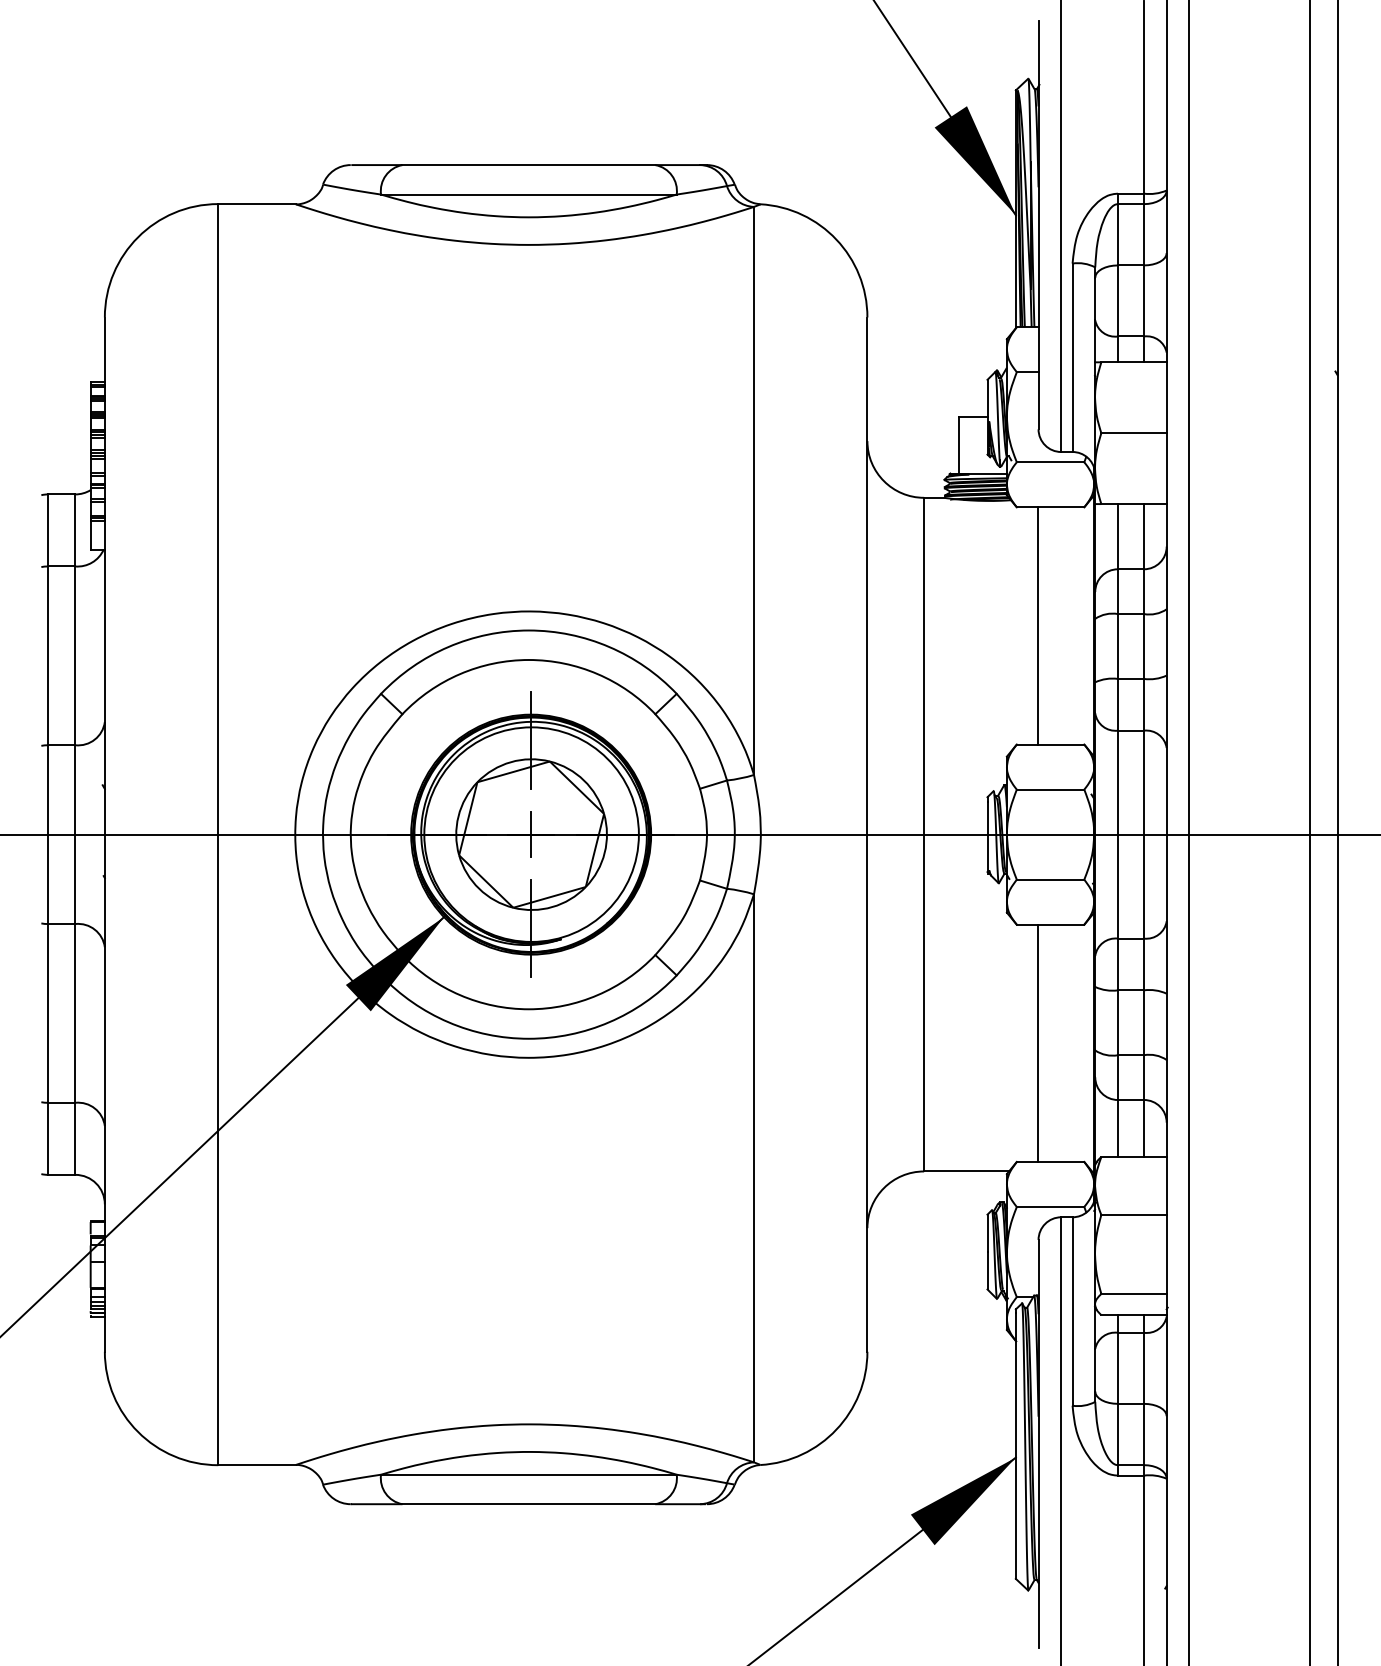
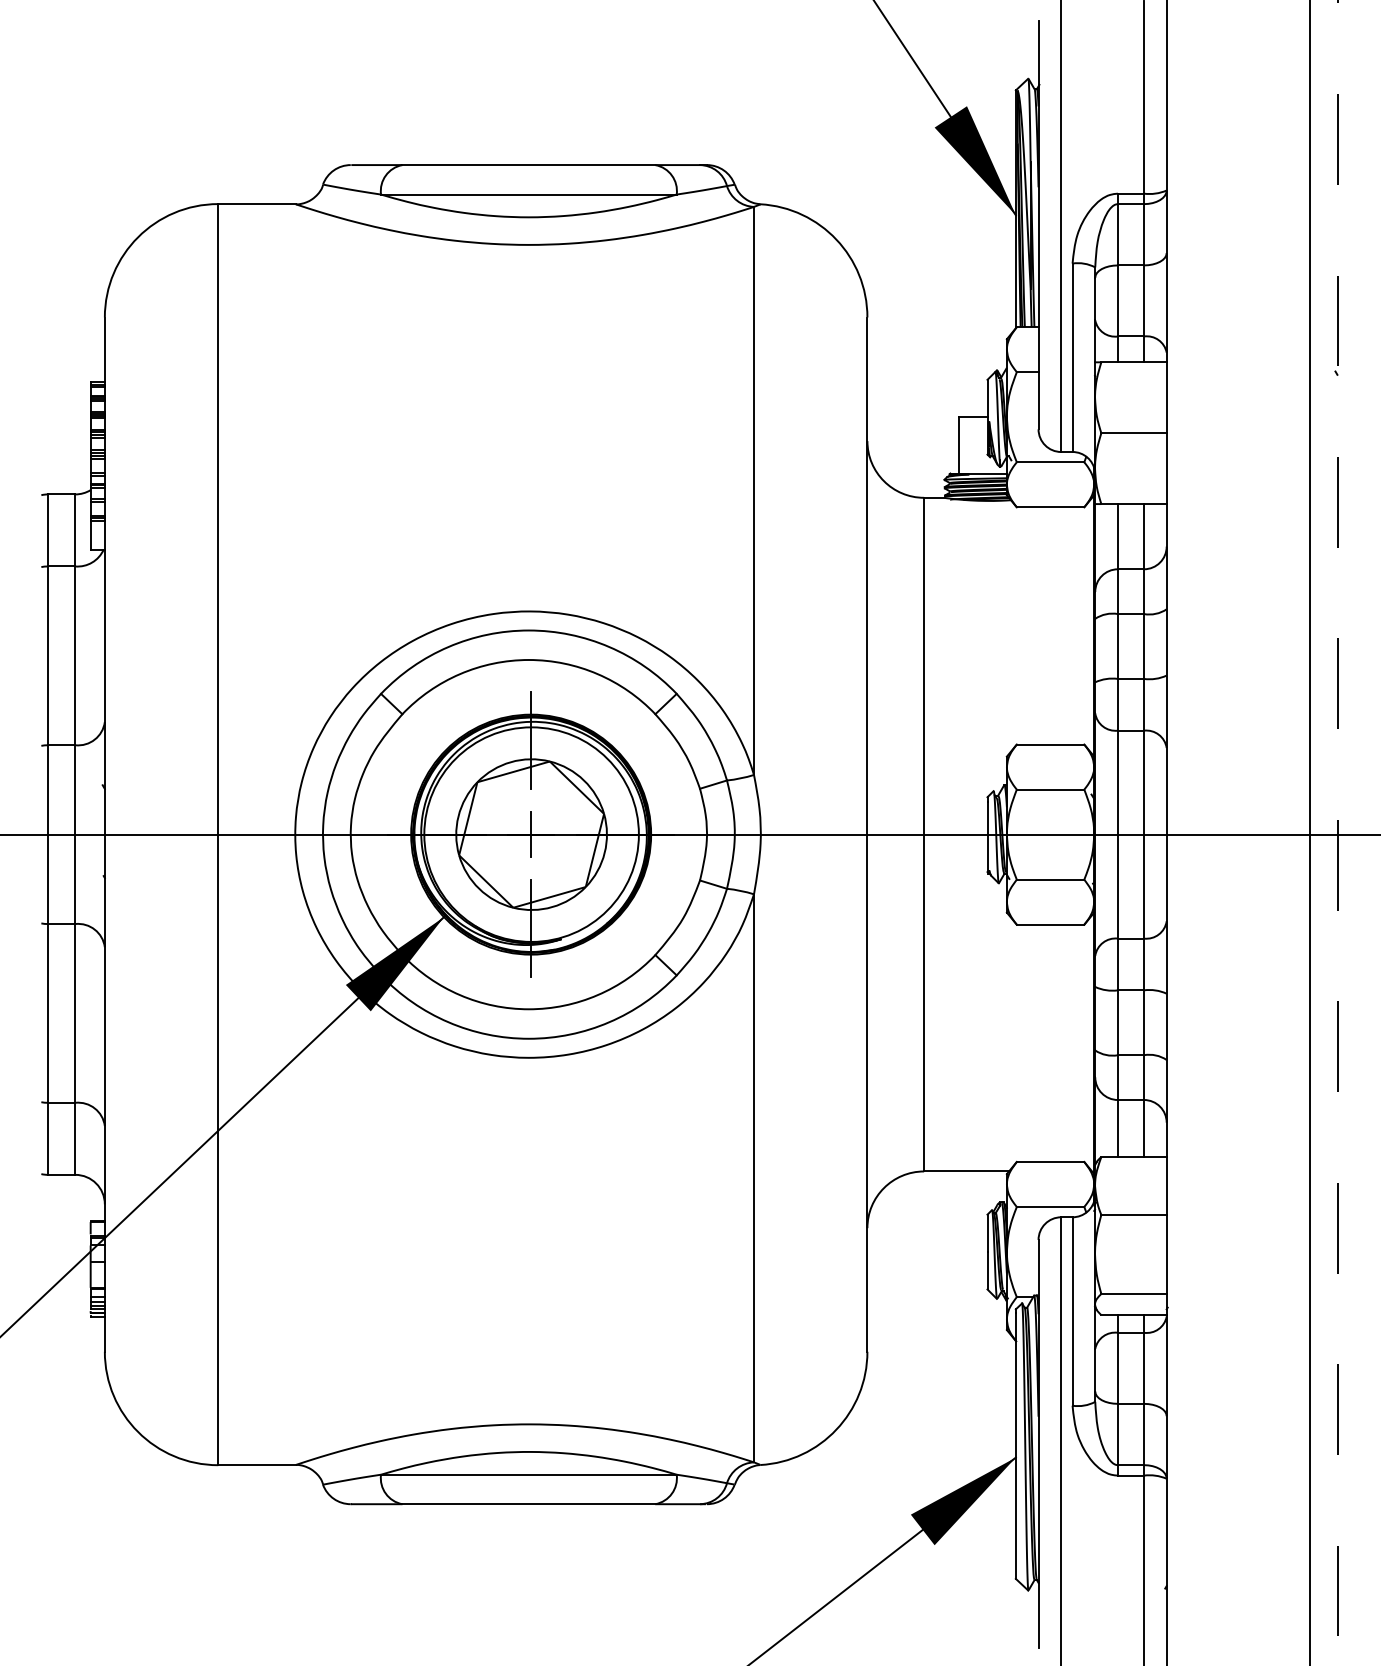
line at (1037, 625): present -> none
line at (1189, 832): present -> none
line at (1337, 832): solid -> dashed
line at (1037, 1042): present -> none
